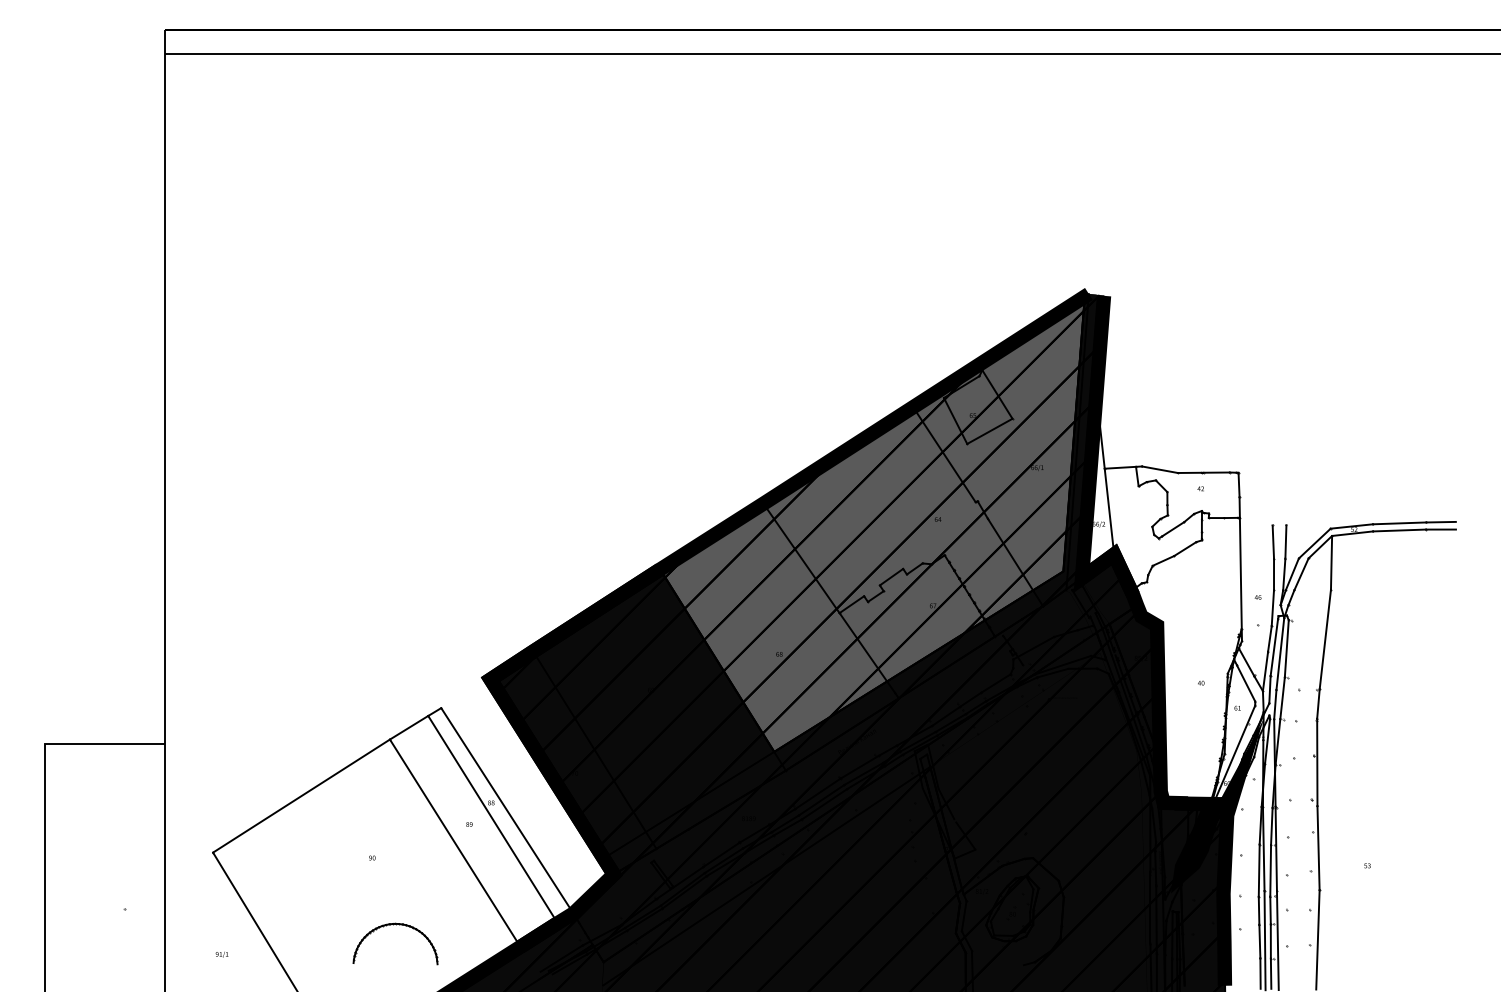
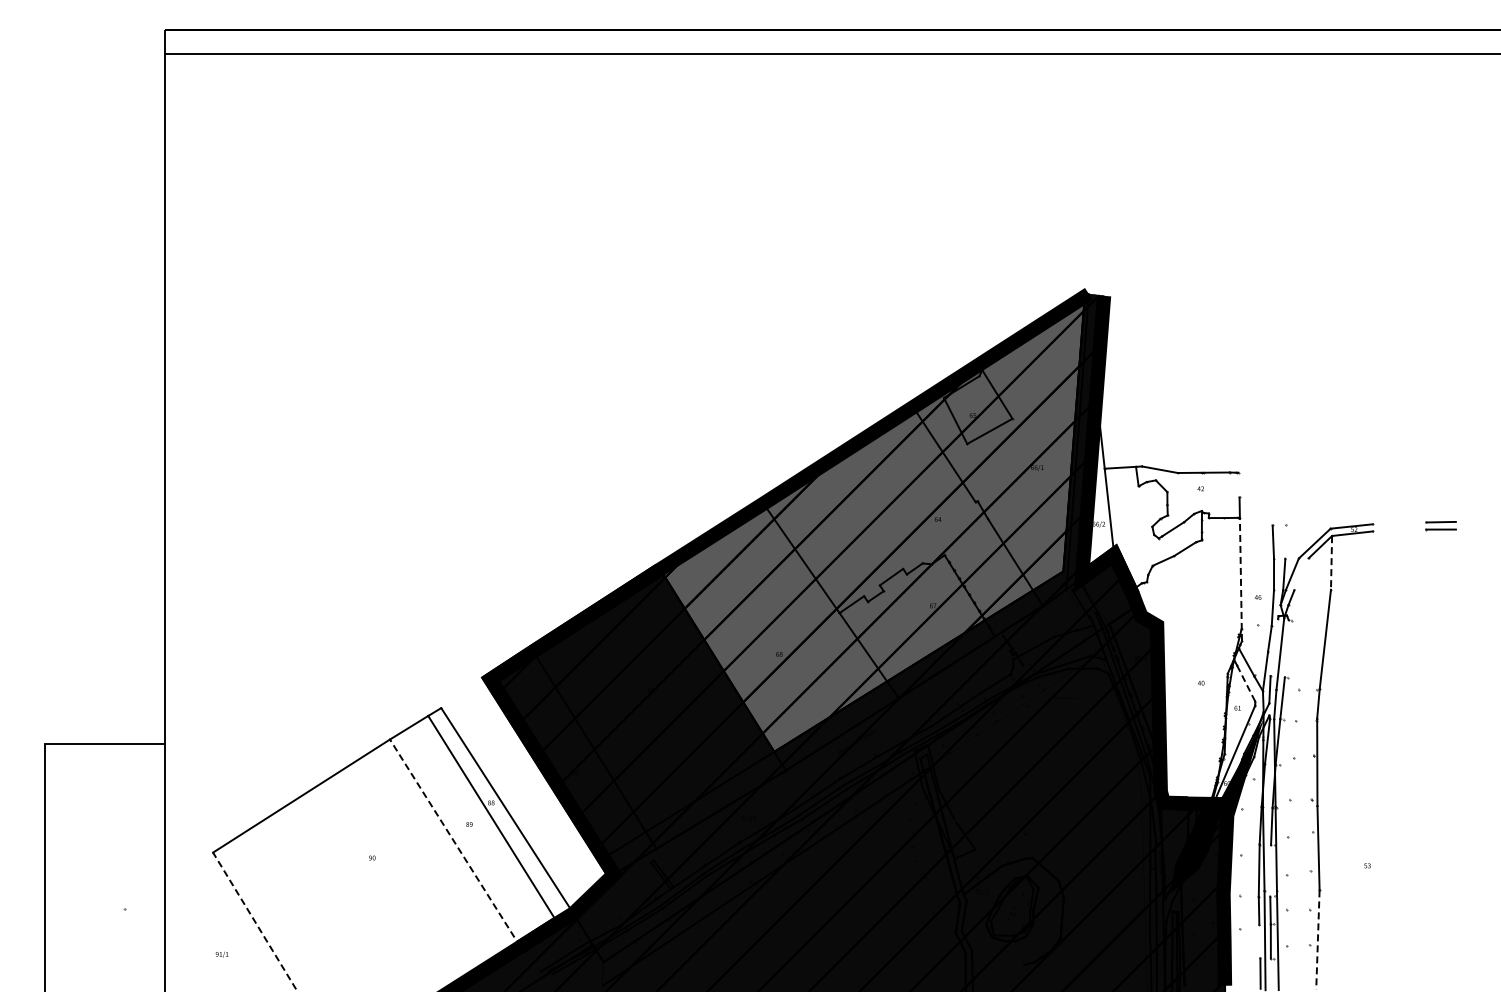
line at (1238, 484): present -> none
line at (1399, 523): present -> none
line at (1399, 530): present -> none
line at (1285, 541): present -> none
line at (1331, 562): solid -> dashed
line at (1301, 573): present -> none
line at (1240, 578): solid -> dashed
line at (1274, 647): present -> none
line at (1286, 648): present -> none
line at (1245, 683): solid -> dashed
line at (454, 842): solid -> dashed
line at (1270, 870): present -> none
line at (255, 921): solid -> dashed
part at (396, 925): present -> none
line at (1317, 939): solid -> dashed
line at (1259, 941): present -> none
line at (1270, 973): present -> none
